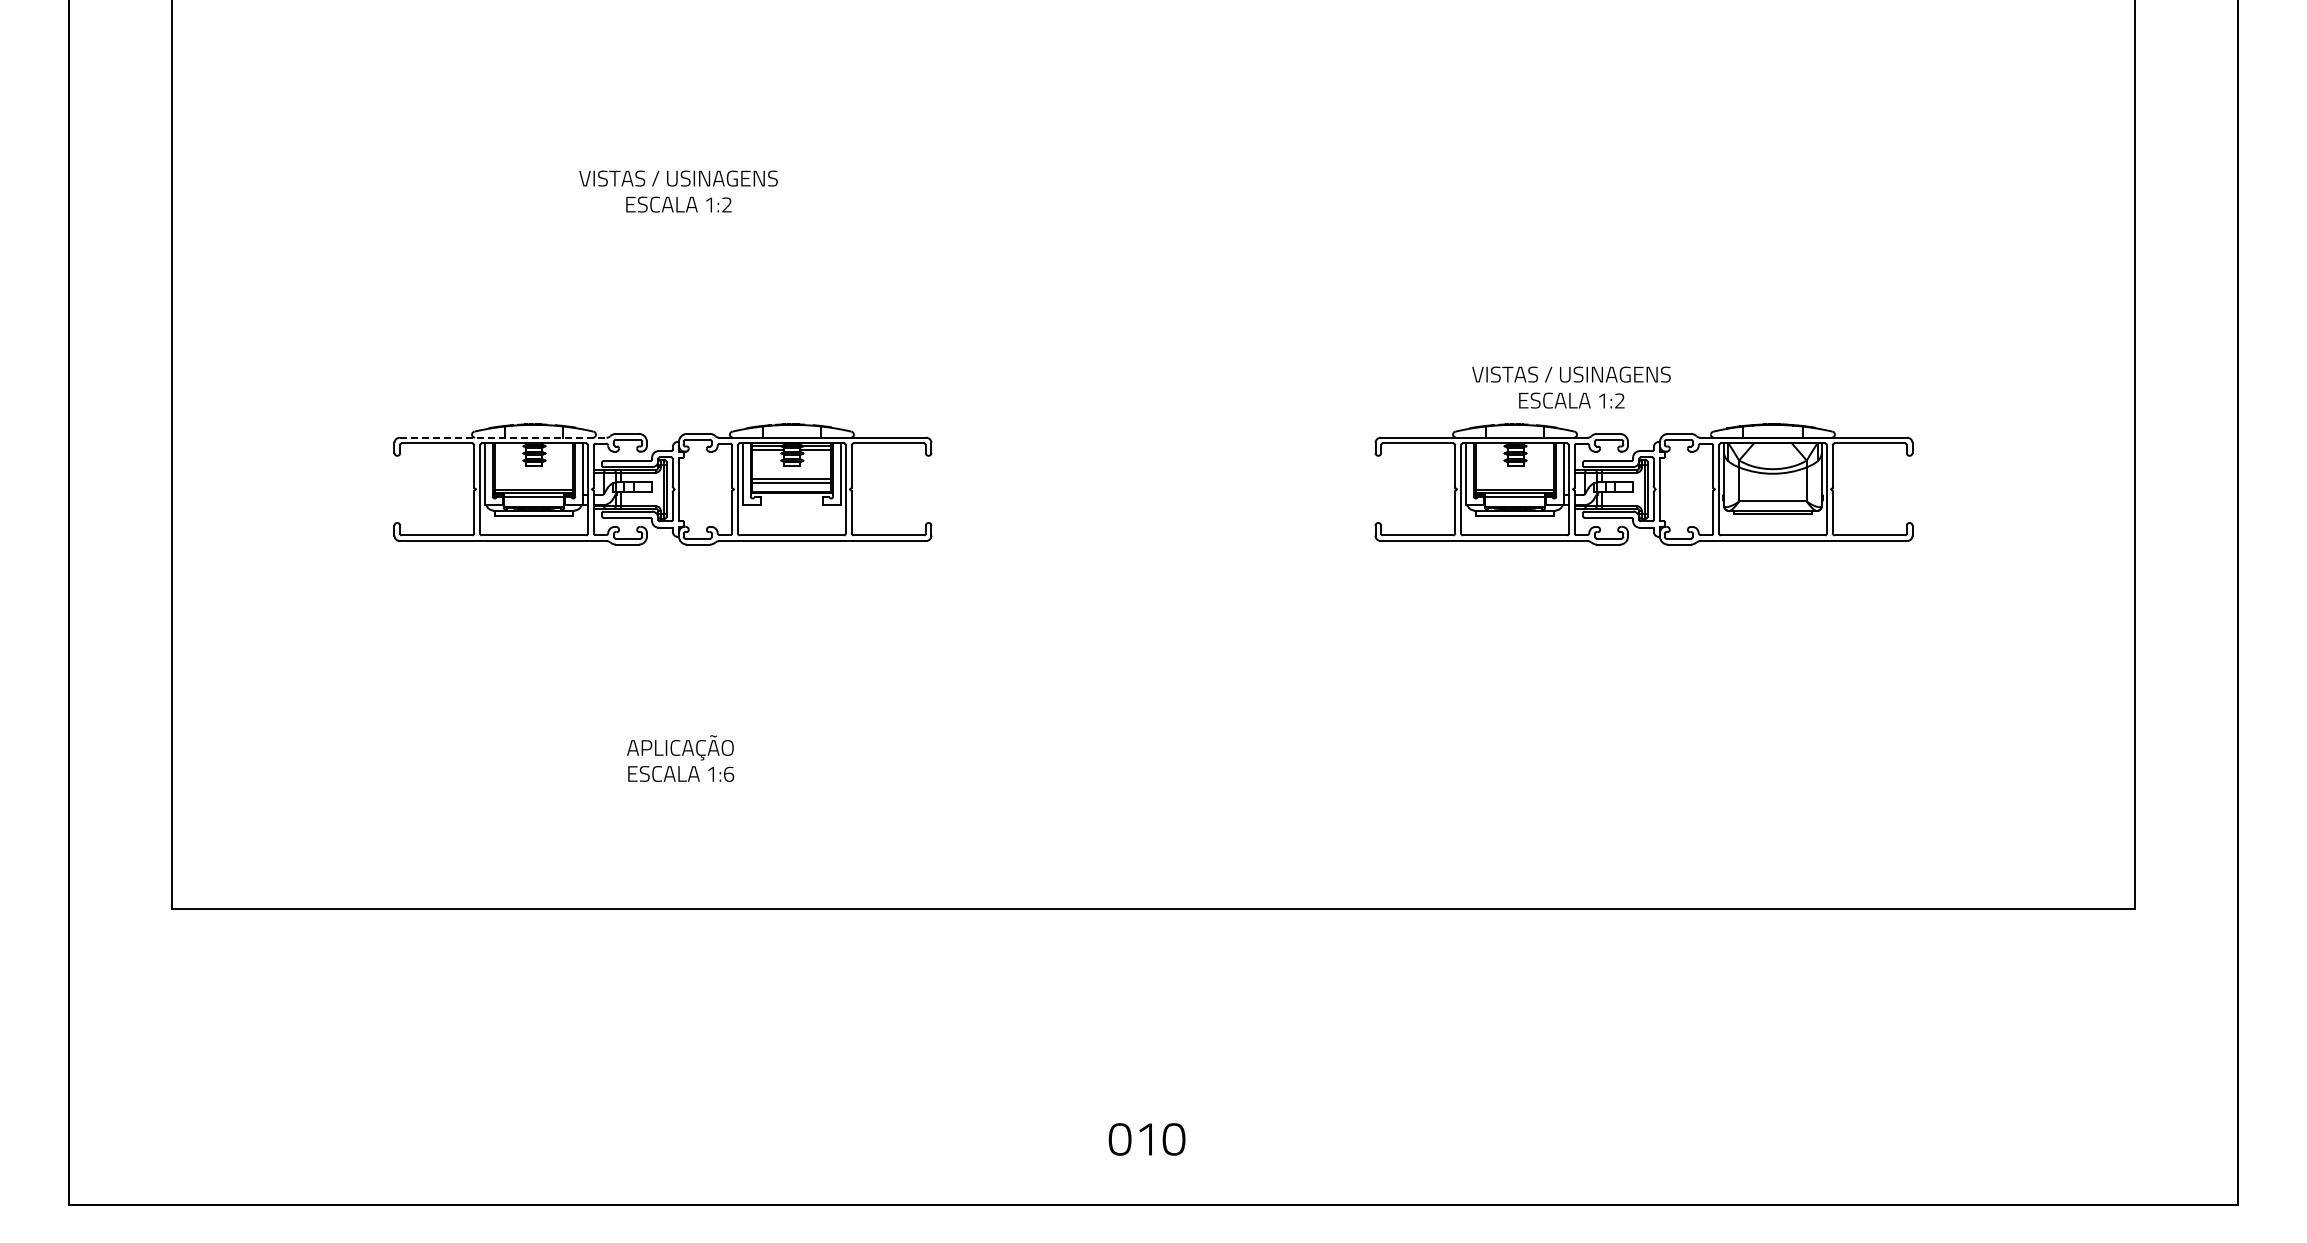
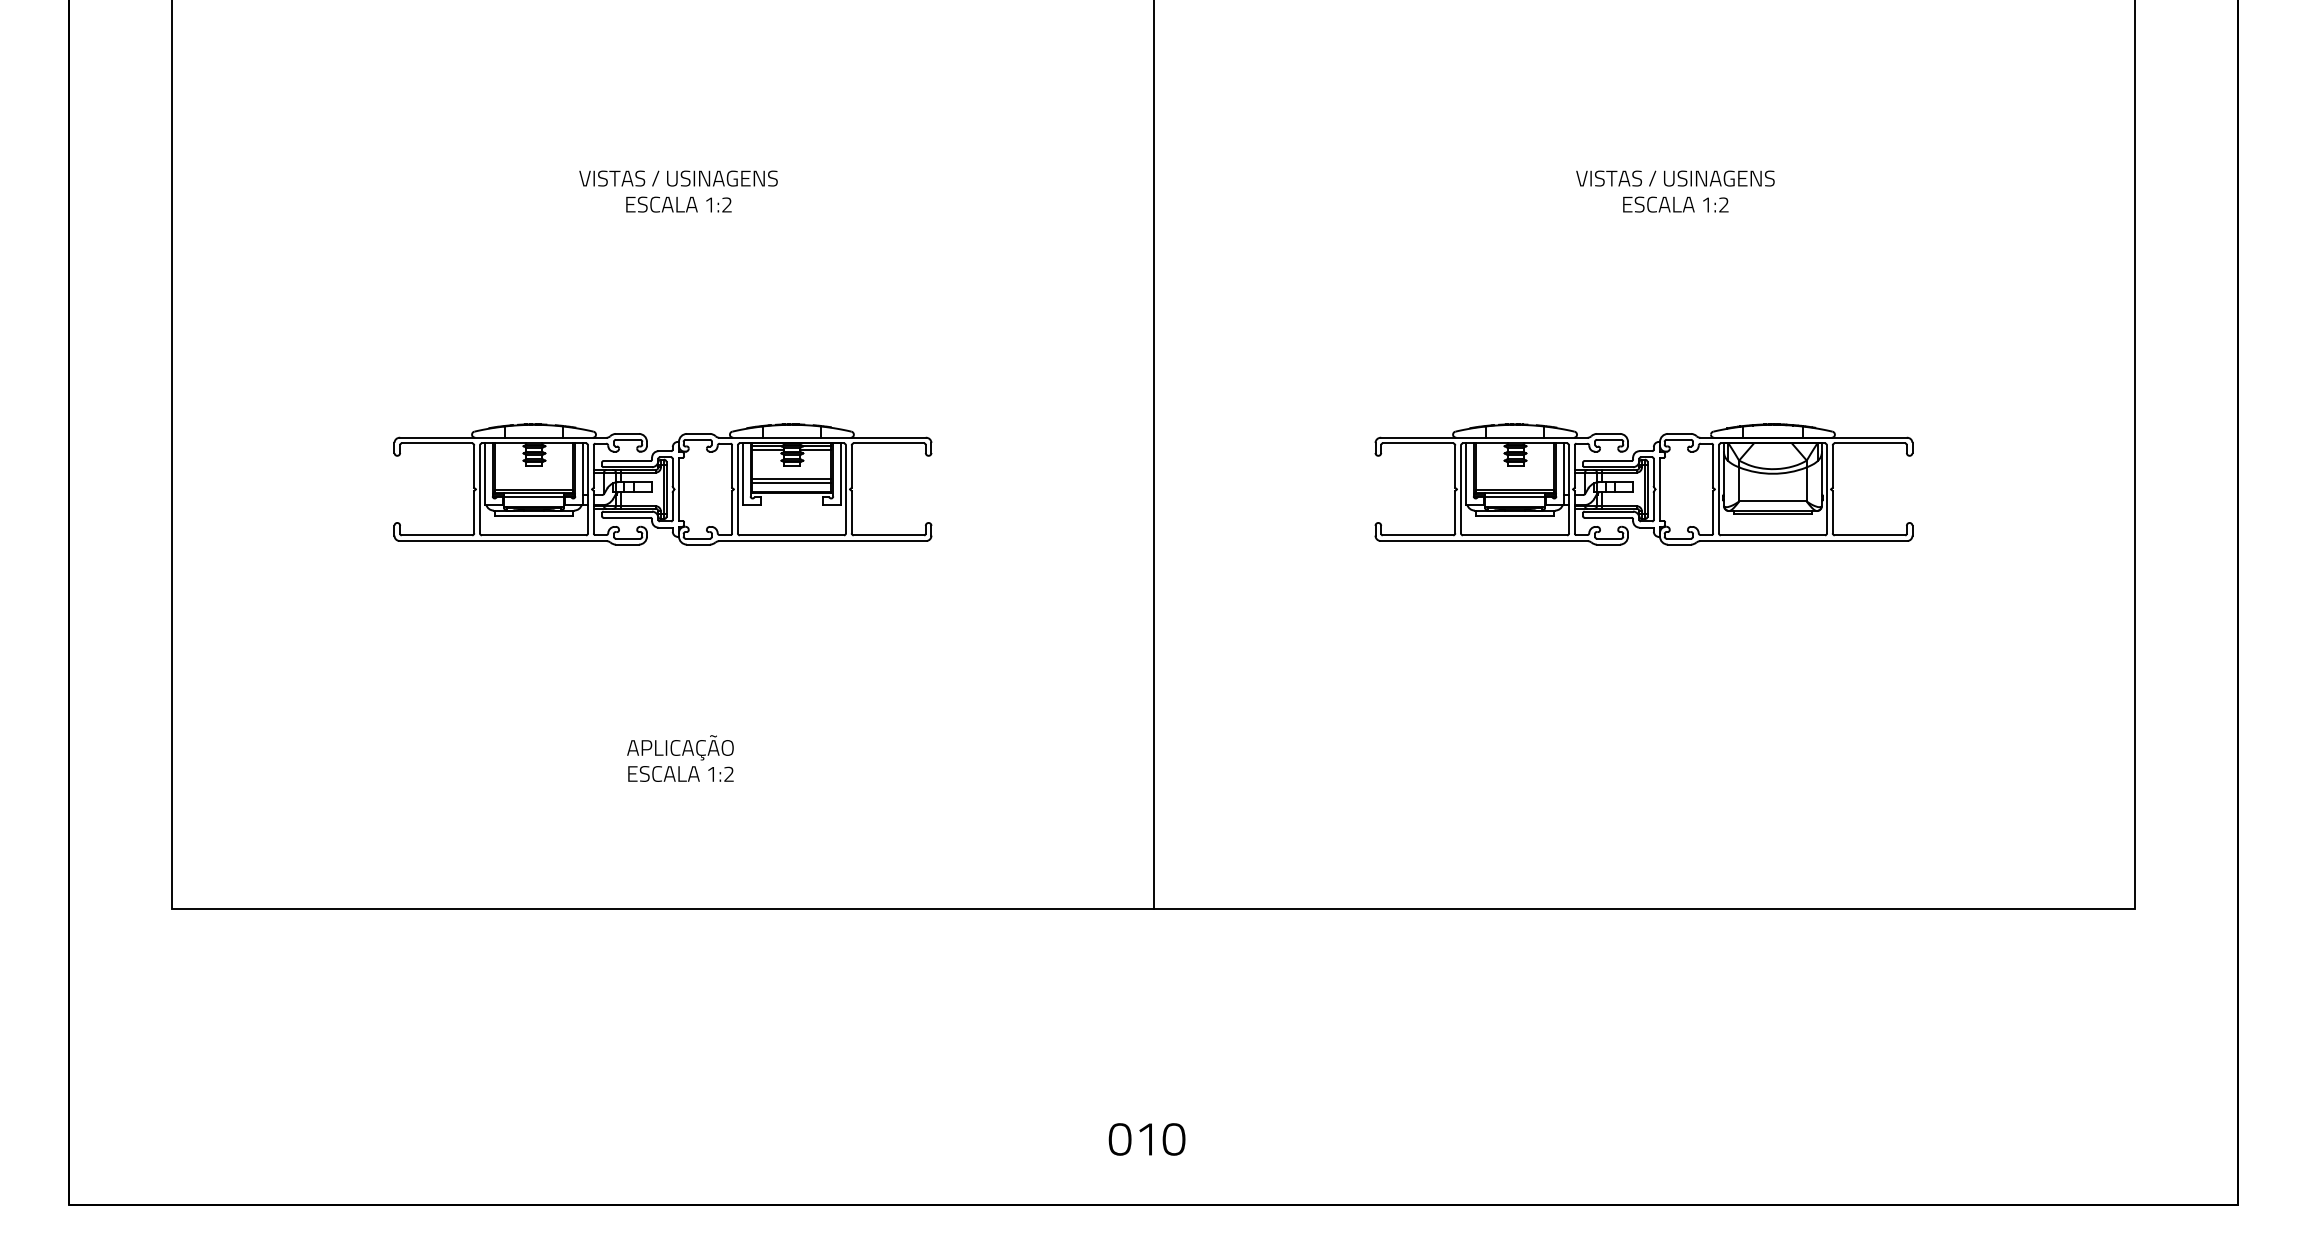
text at (1571, 387) position: (1571, 387) -> (1675, 191)
line at (503, 437): dashed -> solid
line at (1153, 455): none -> present
text at (729, 773): 1:6 -> 1:2
